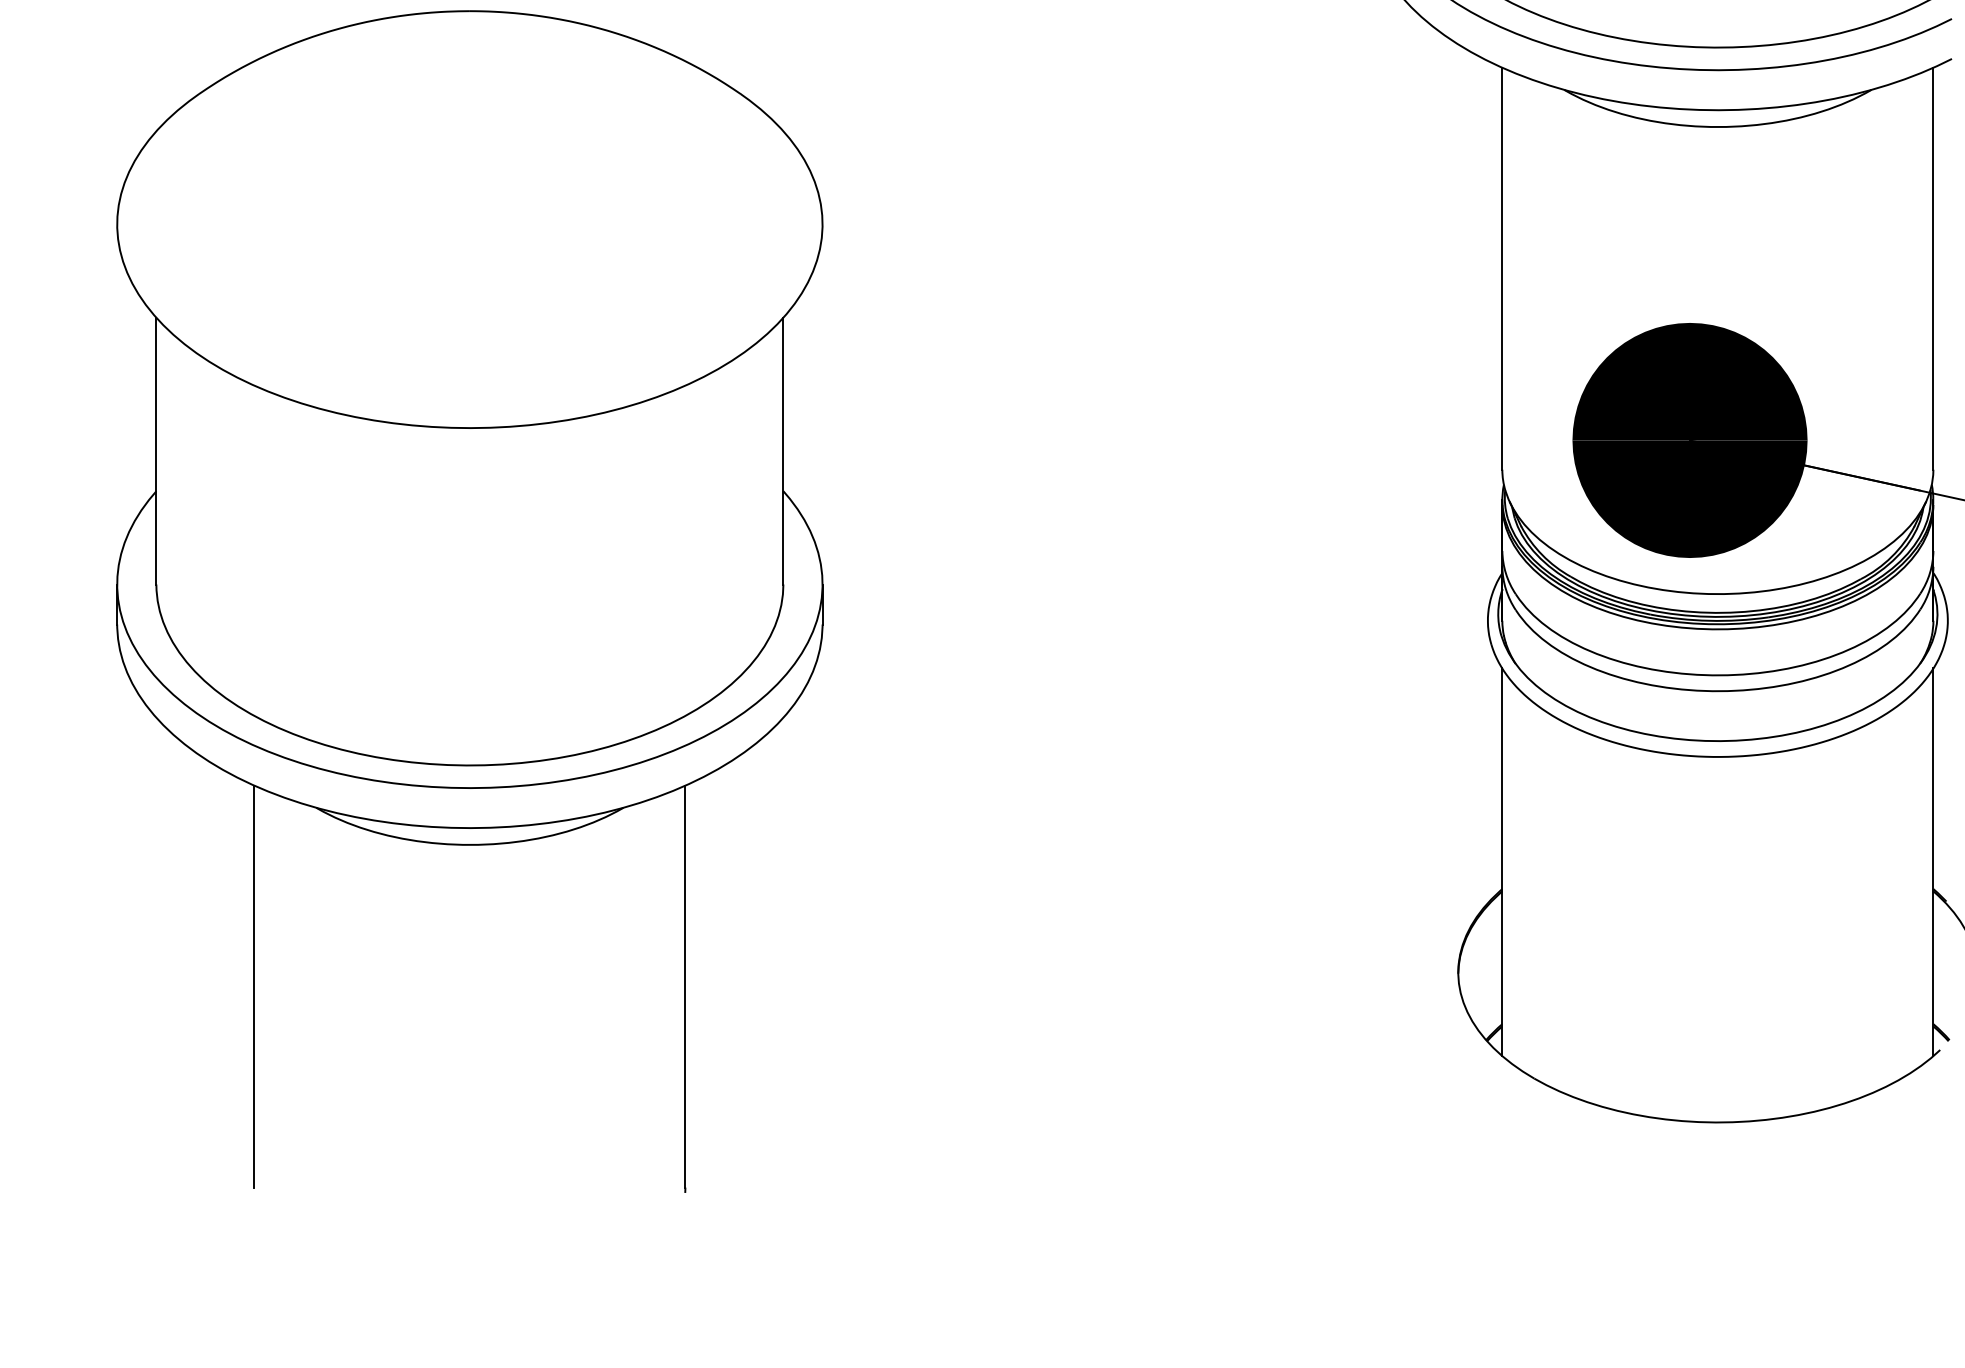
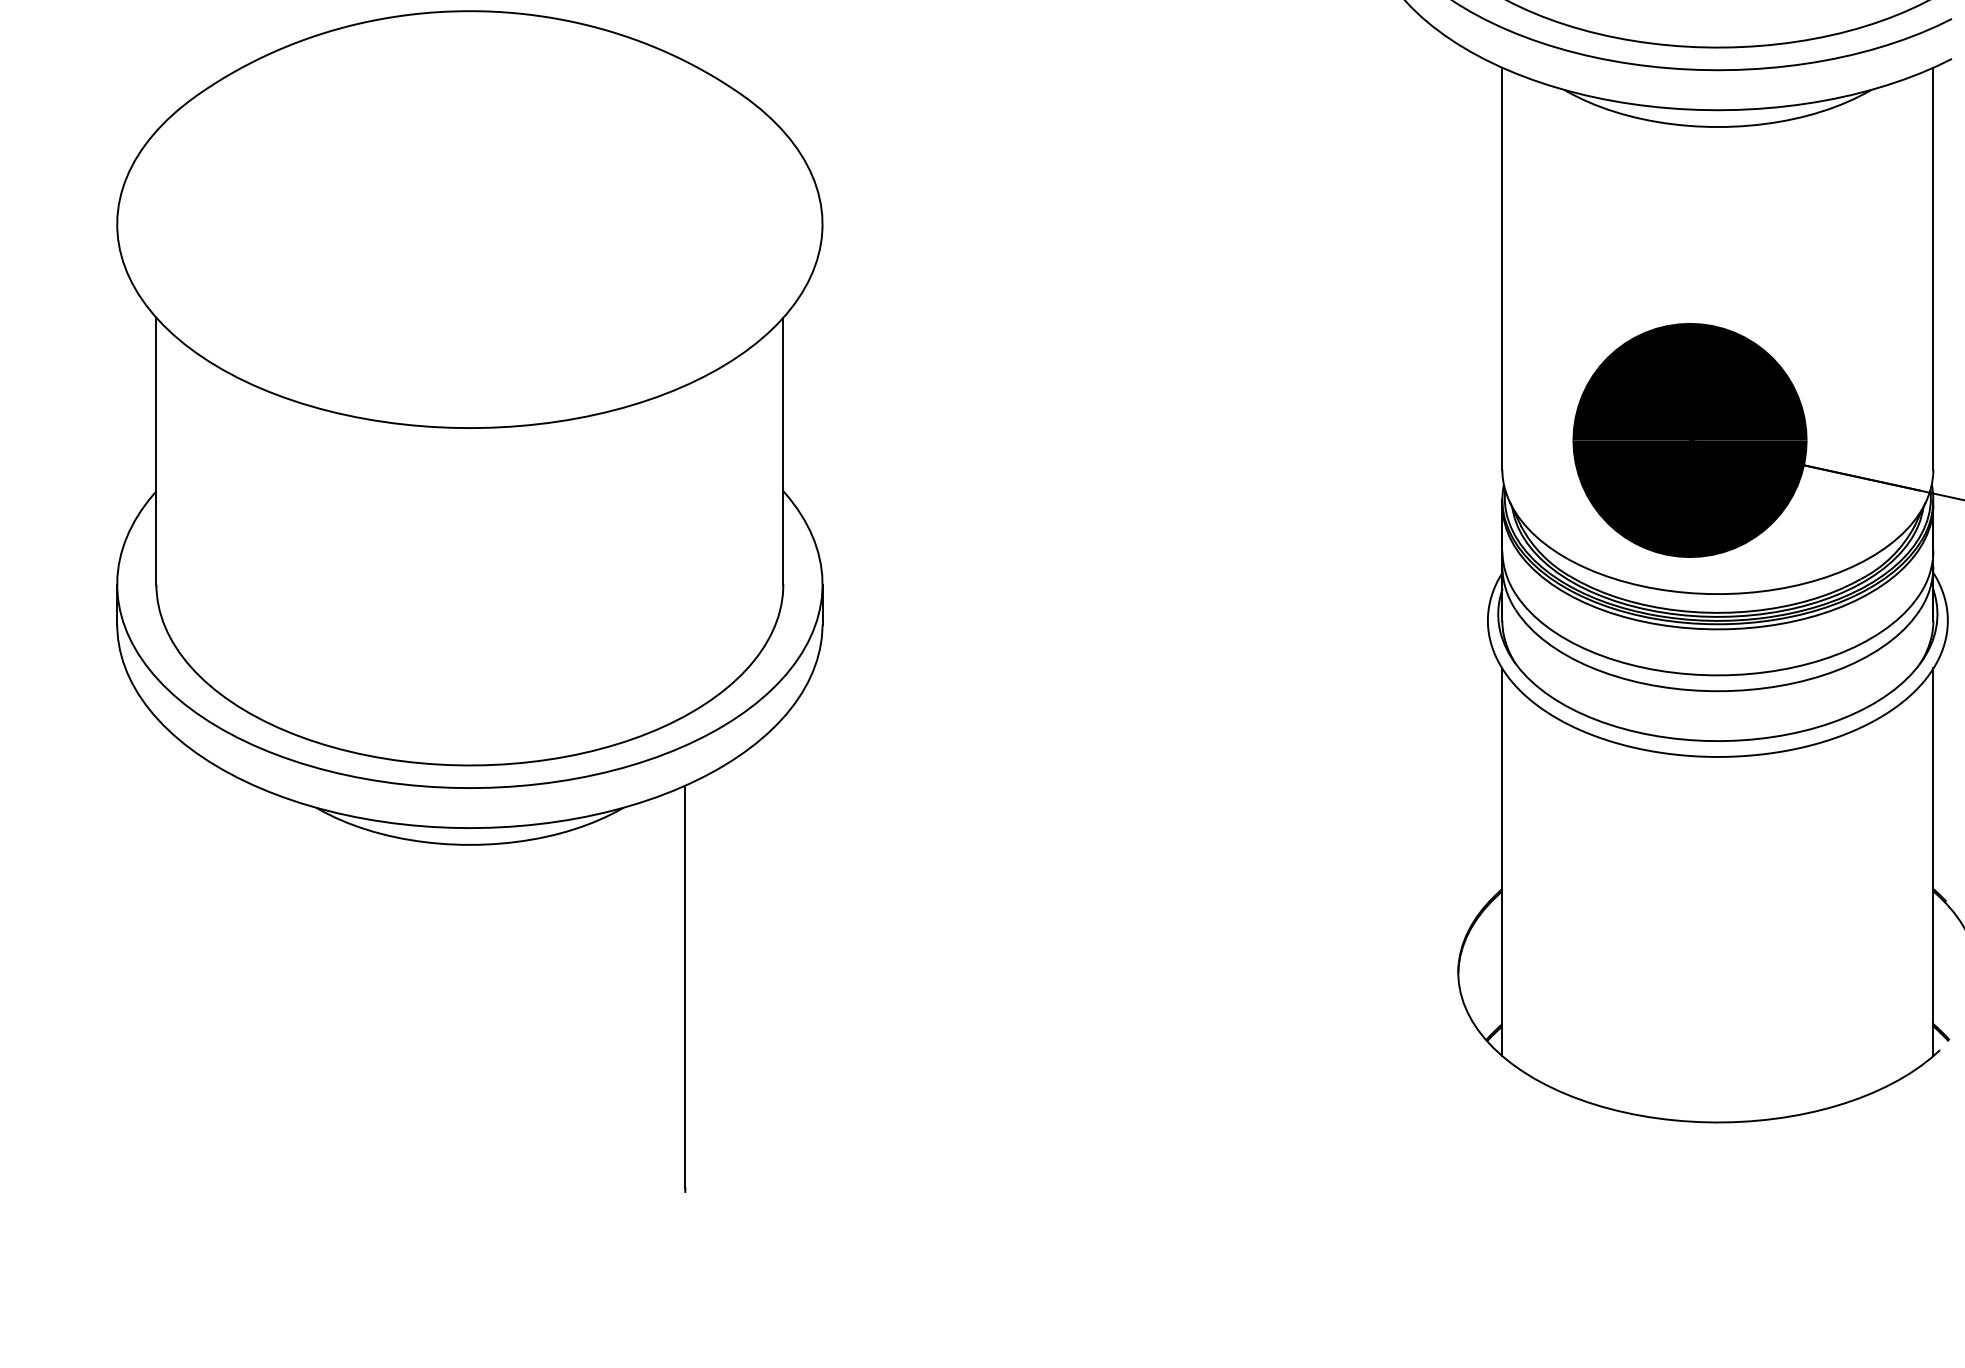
line at (254, 986): present -> none
